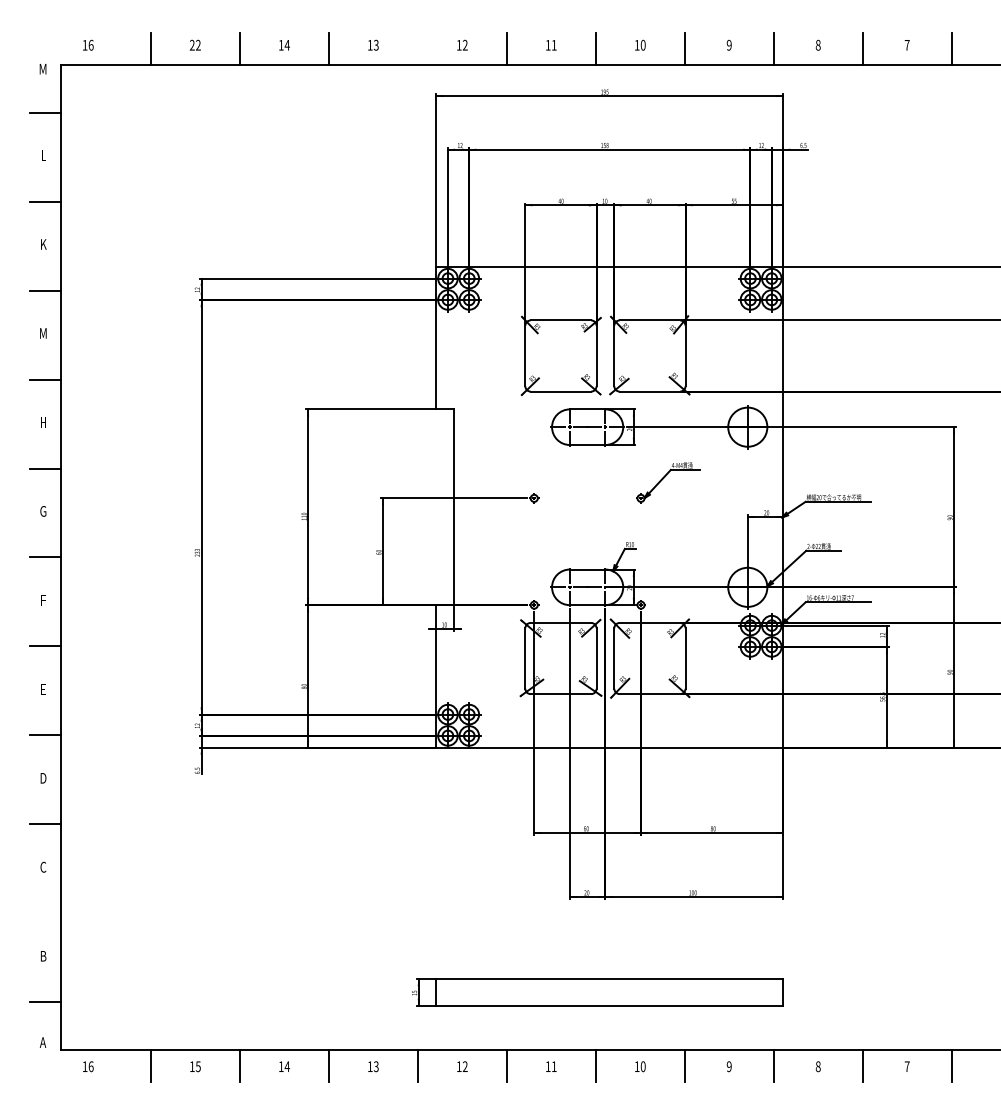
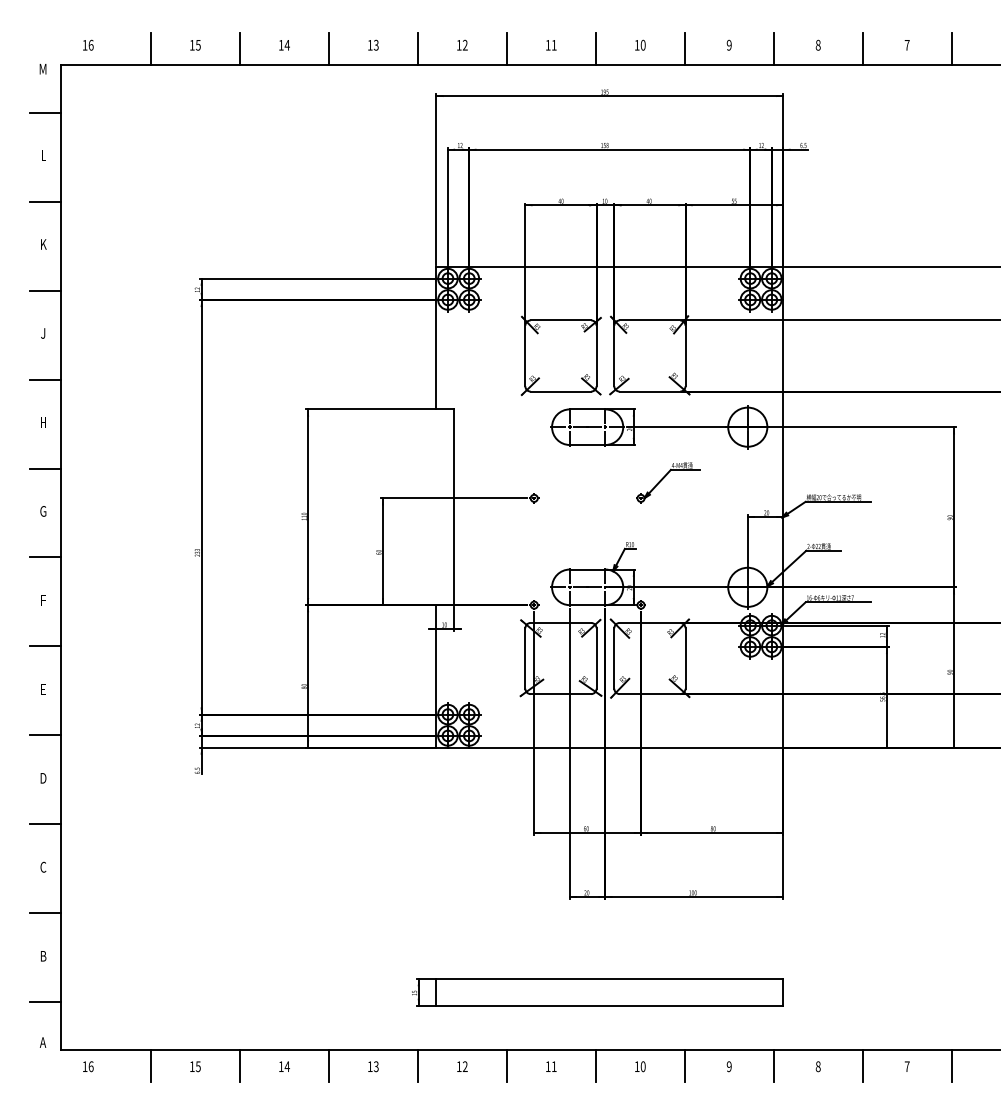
text at (194, 44): 22 -> 15
line at (418, 48): none -> present
text at (43, 333): M -> J
line at (45, 913): none -> present
